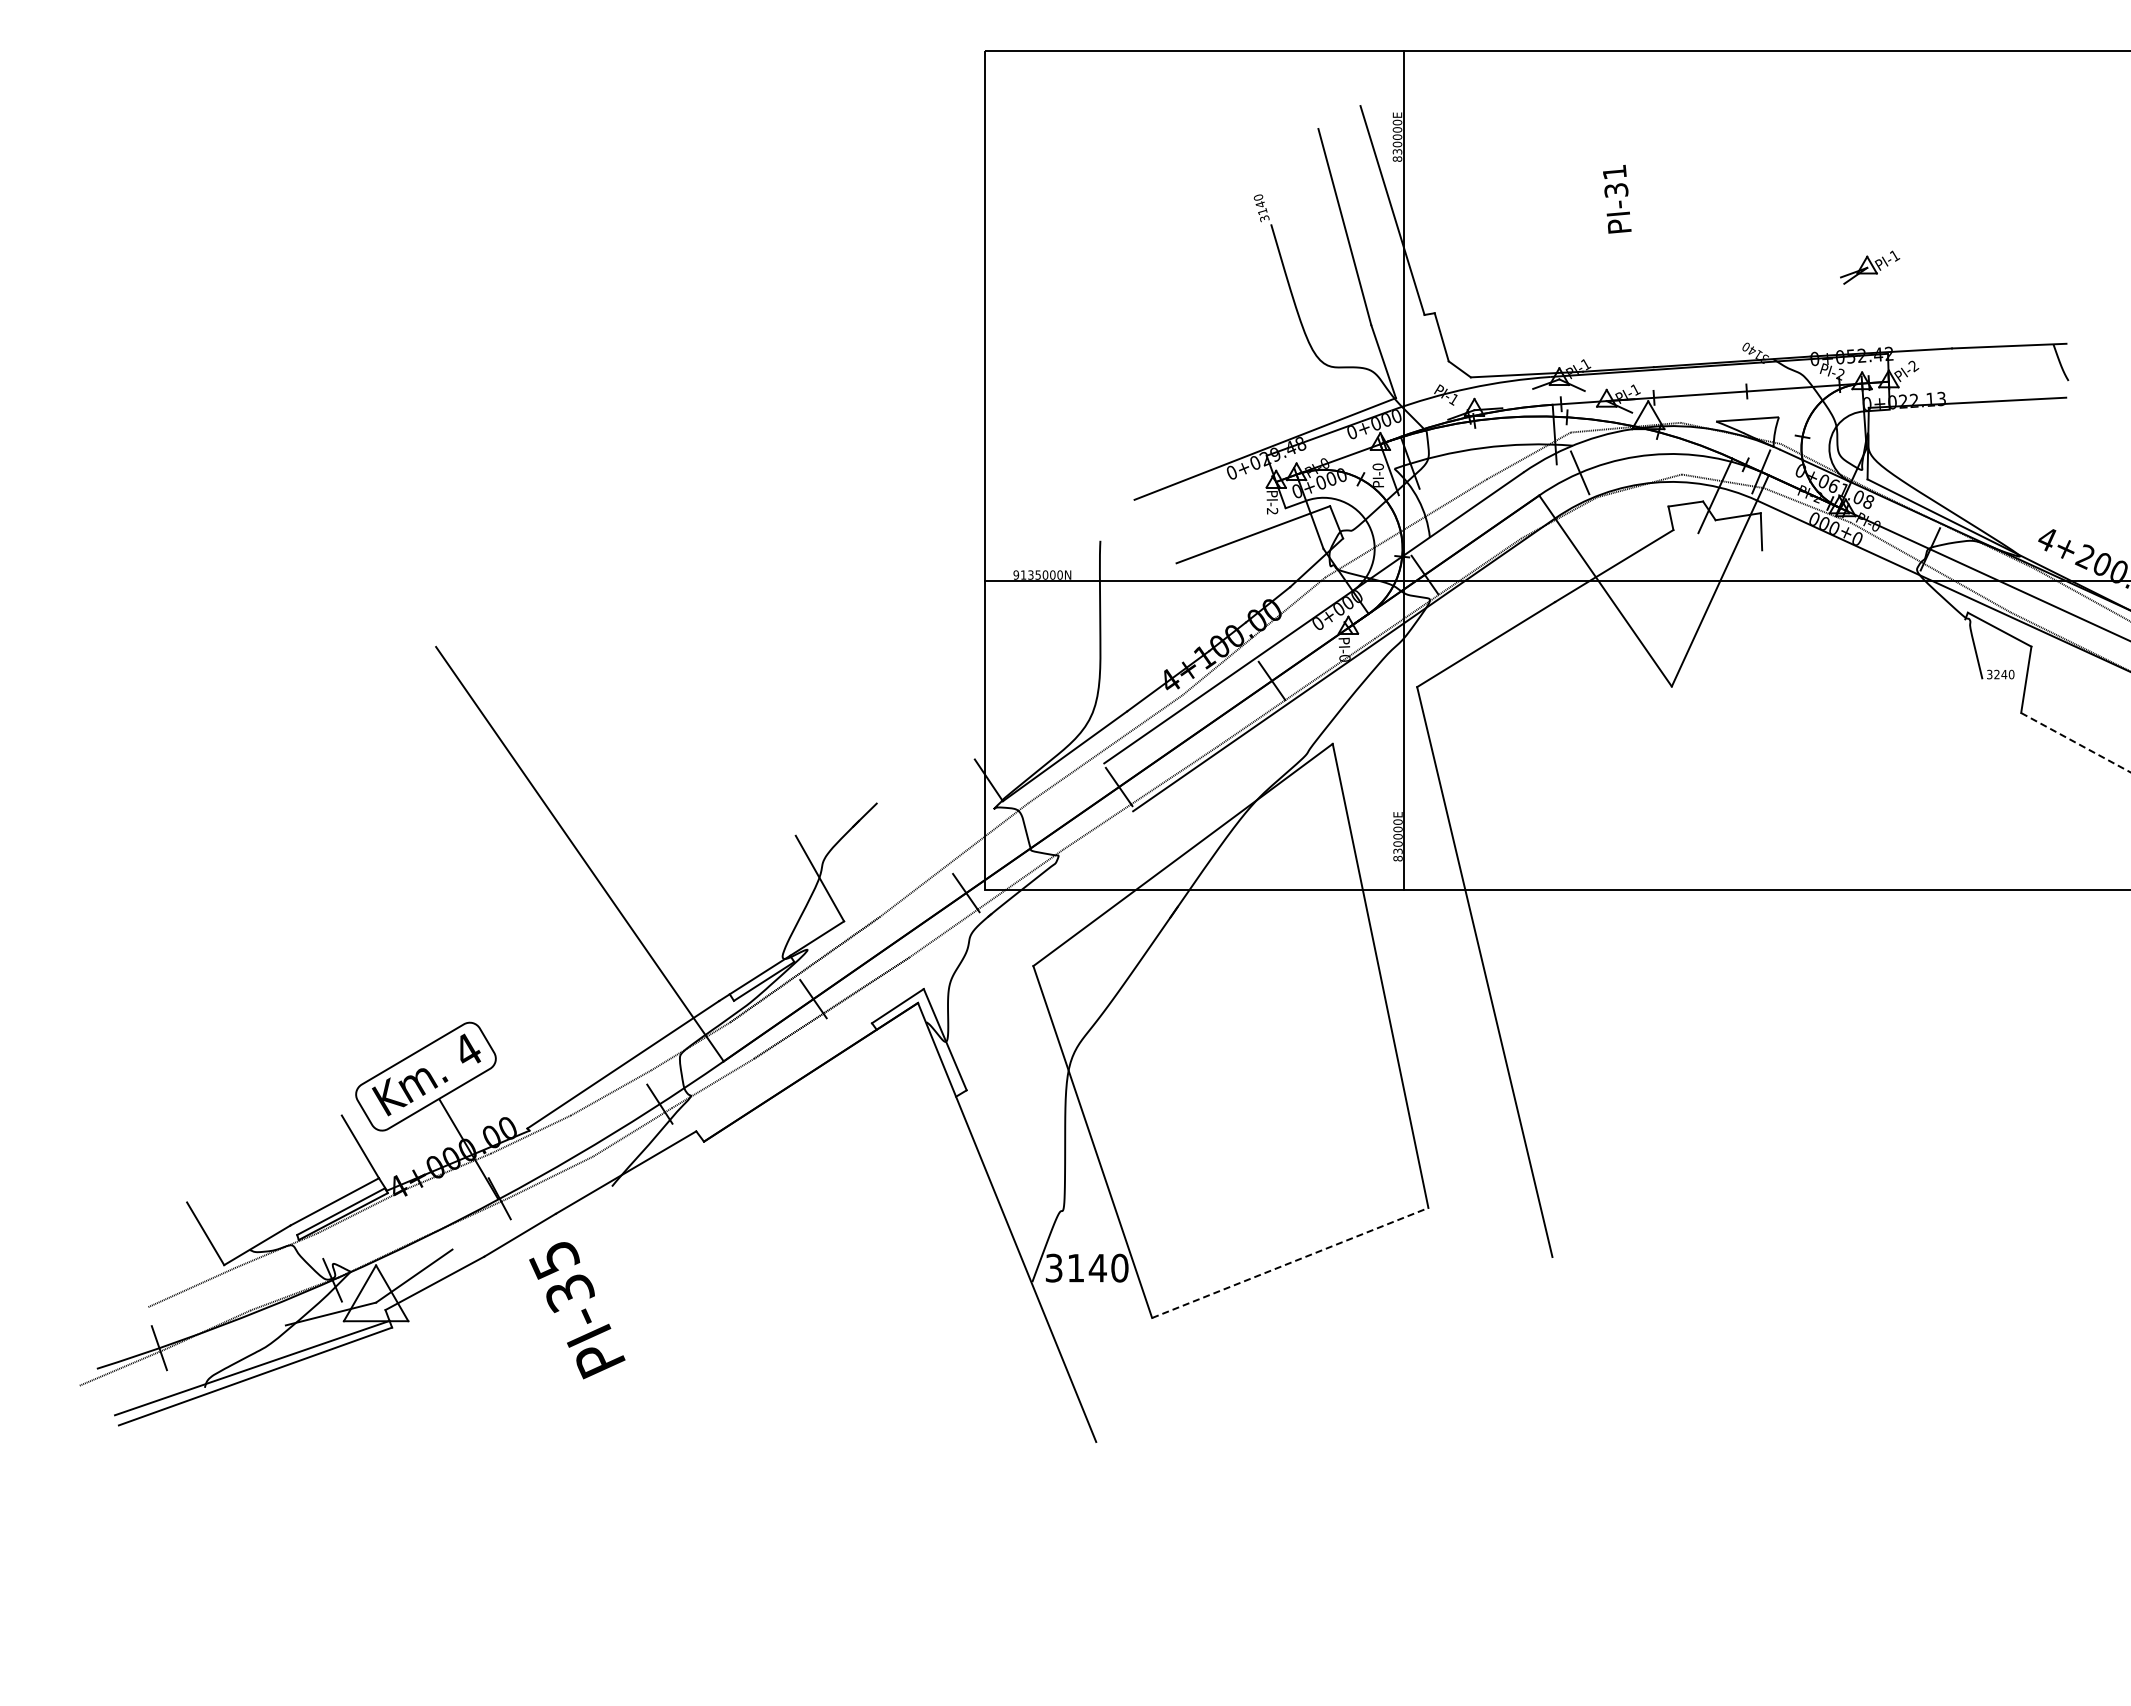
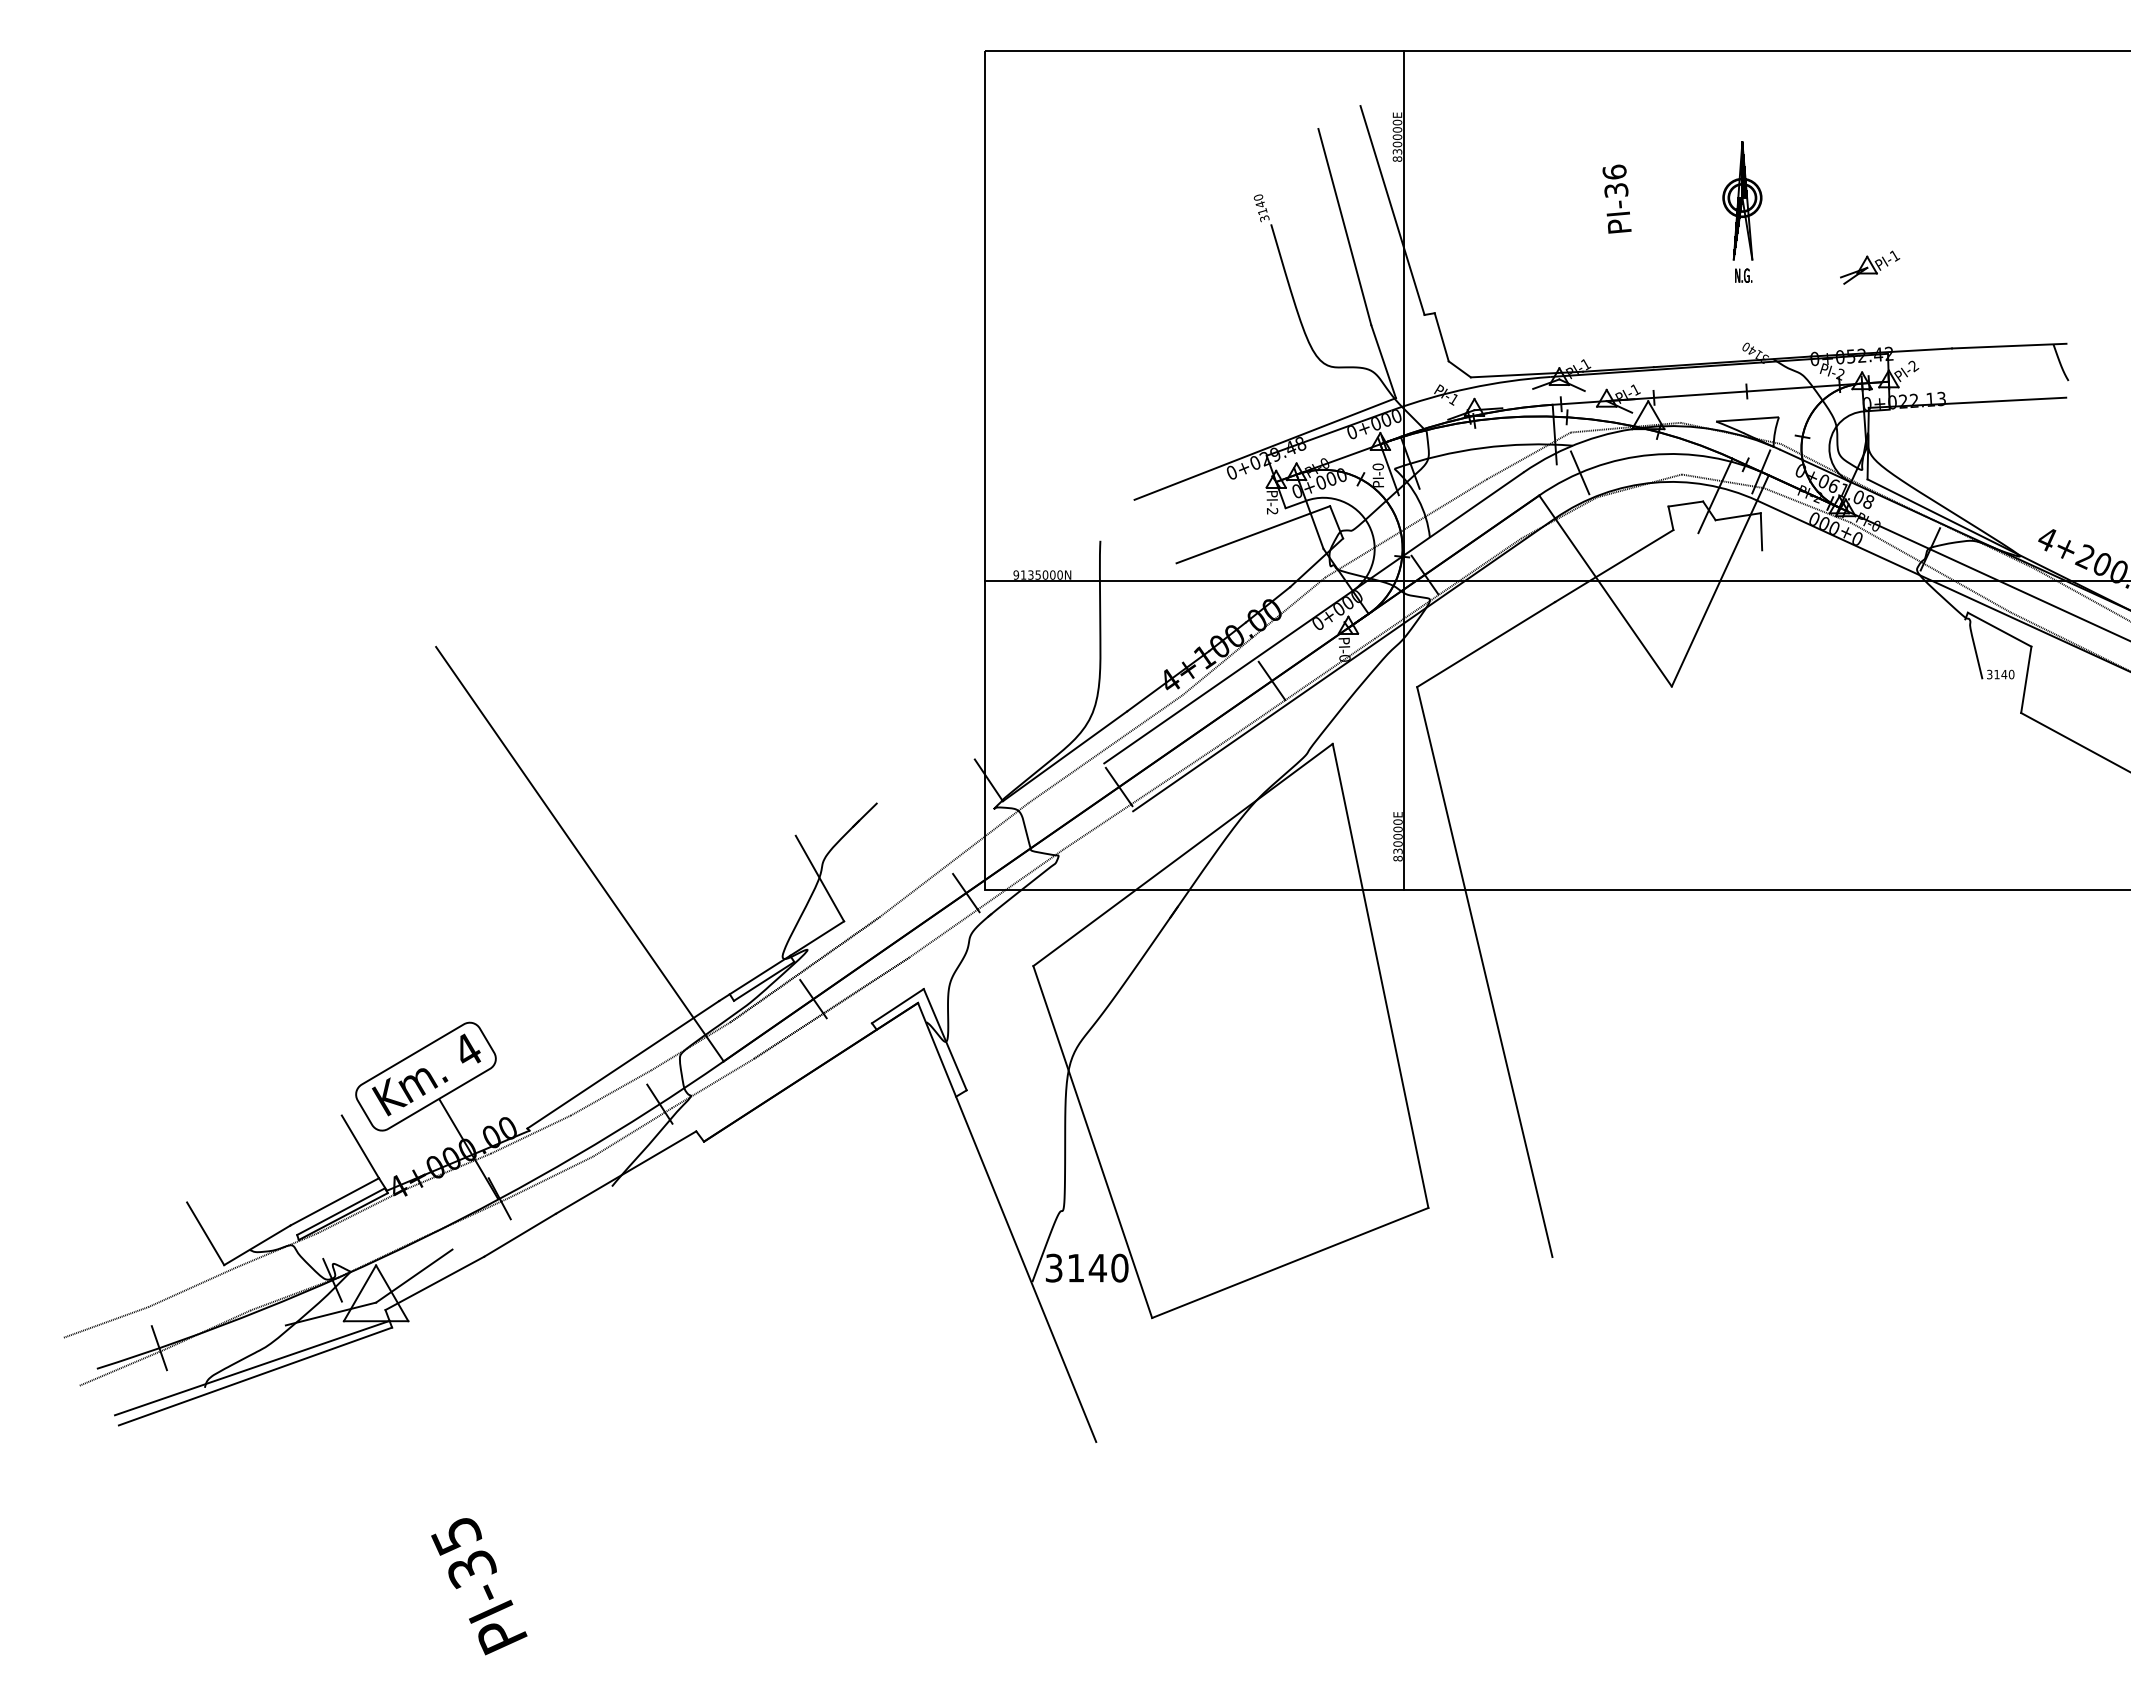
text at (1614, 171): PI-31 -> PI-36
part at (1742, 211): none -> present
text at (1996, 674): 3240 -> 3140
line at (2076, 743): dashed -> solid
line at (1290, 1262): dashed -> solid
text at (577, 1310) position: (577, 1310) -> (479, 1586)
line at (105, 1322): none -> present
